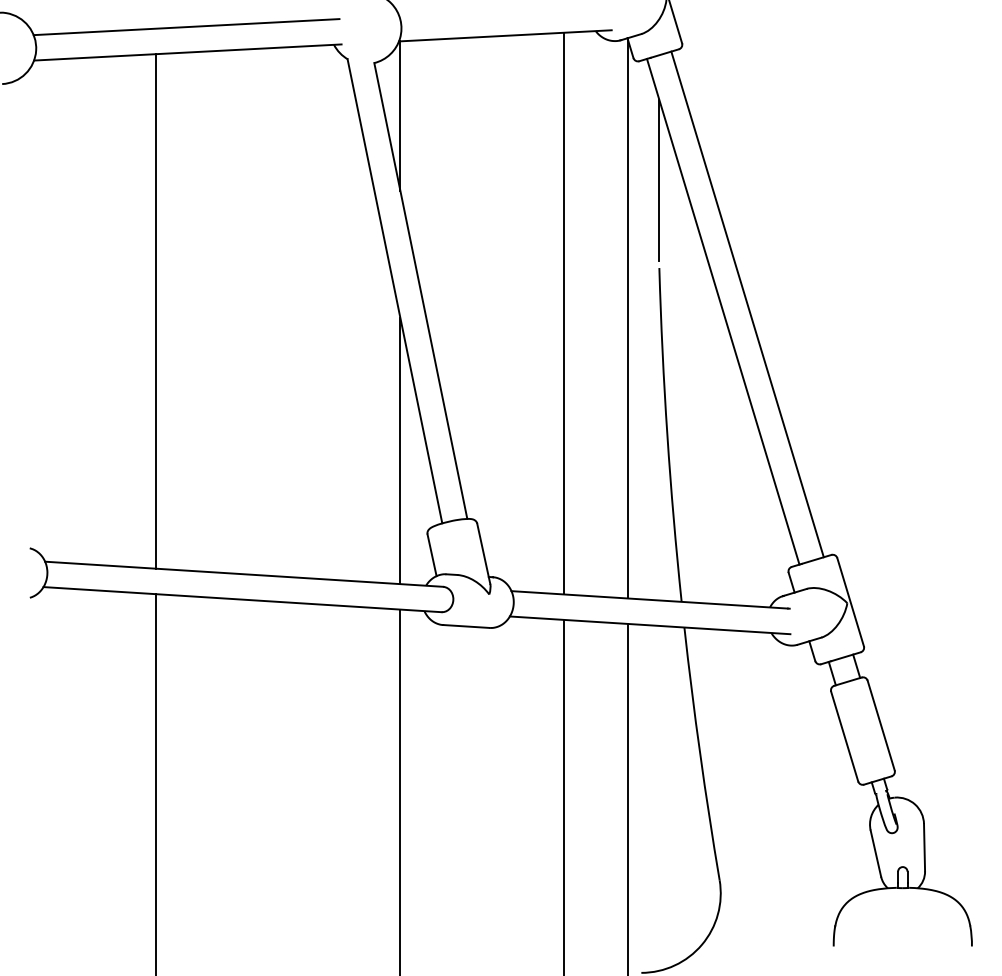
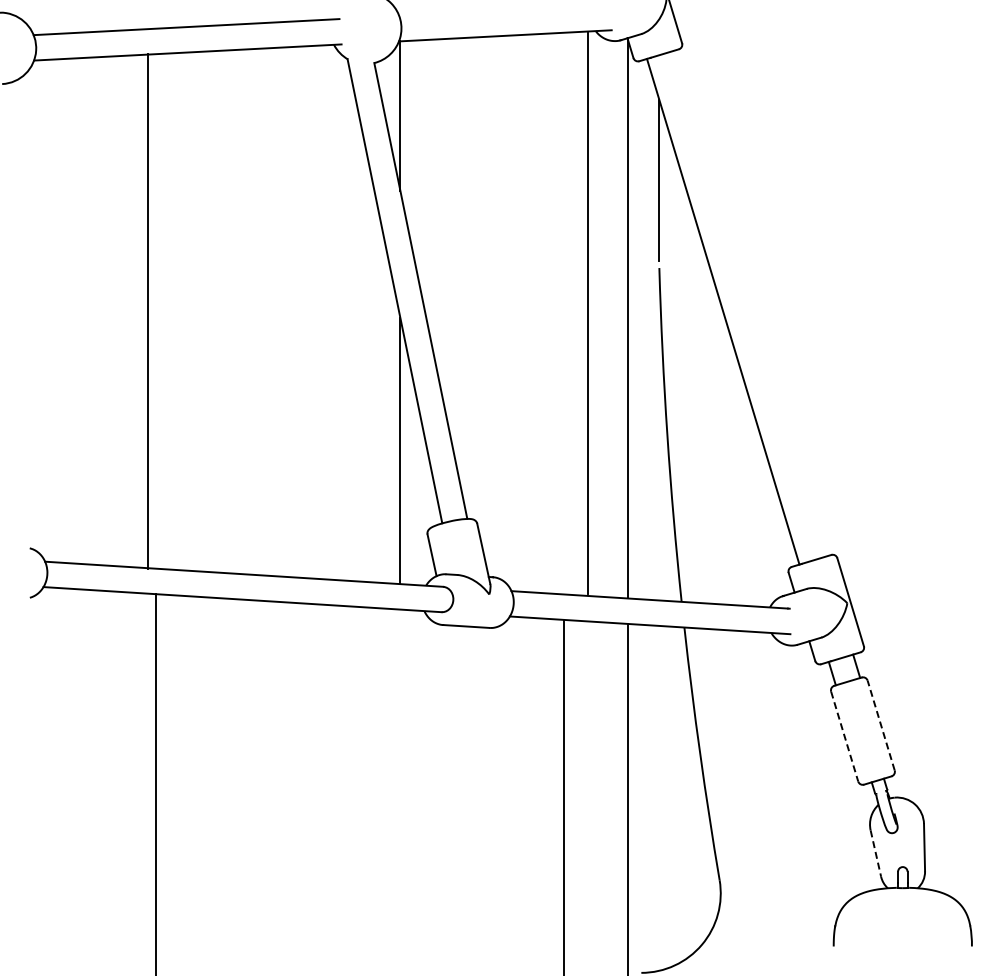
line at (747, 304): present -> none
line at (155, 311) position: (155, 311) -> (147, 311)
line at (563, 313) position: (563, 313) -> (587, 313)
line at (881, 725): solid -> dashed
line at (844, 736): solid -> dashed
line at (400, 790): present -> none
line at (875, 853): solid -> dashed
